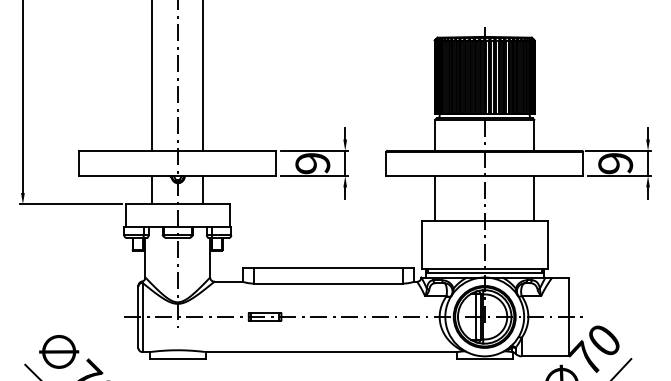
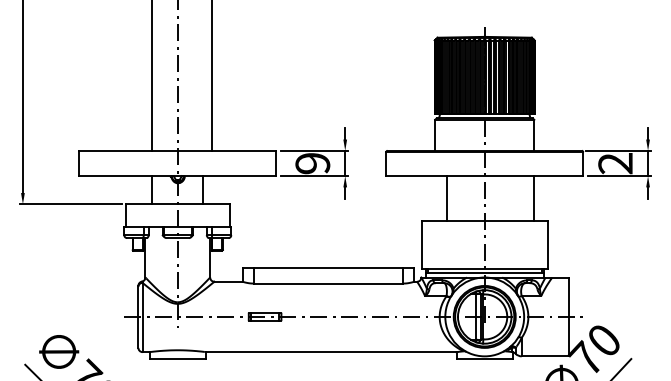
line at (203, 76) position: (203, 76) -> (212, 76)
text at (615, 163): 9 -> 2
line at (435, 198) position: (435, 198) -> (447, 198)
